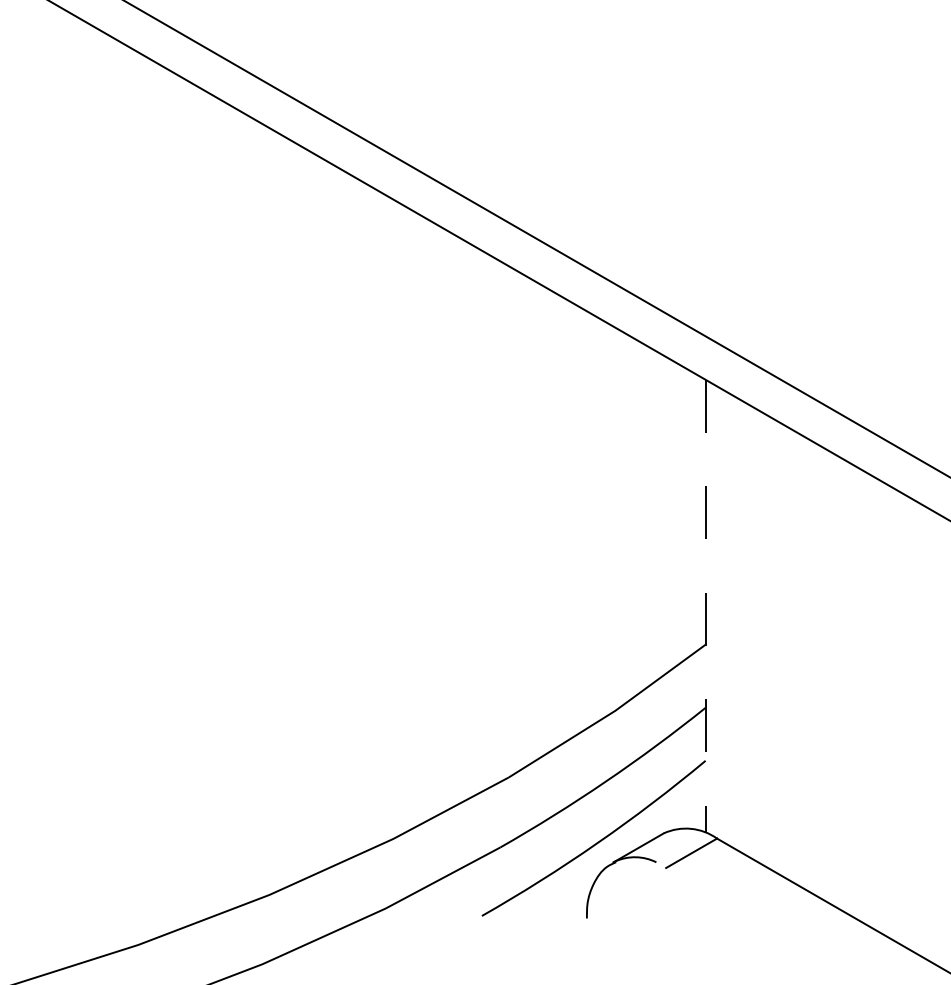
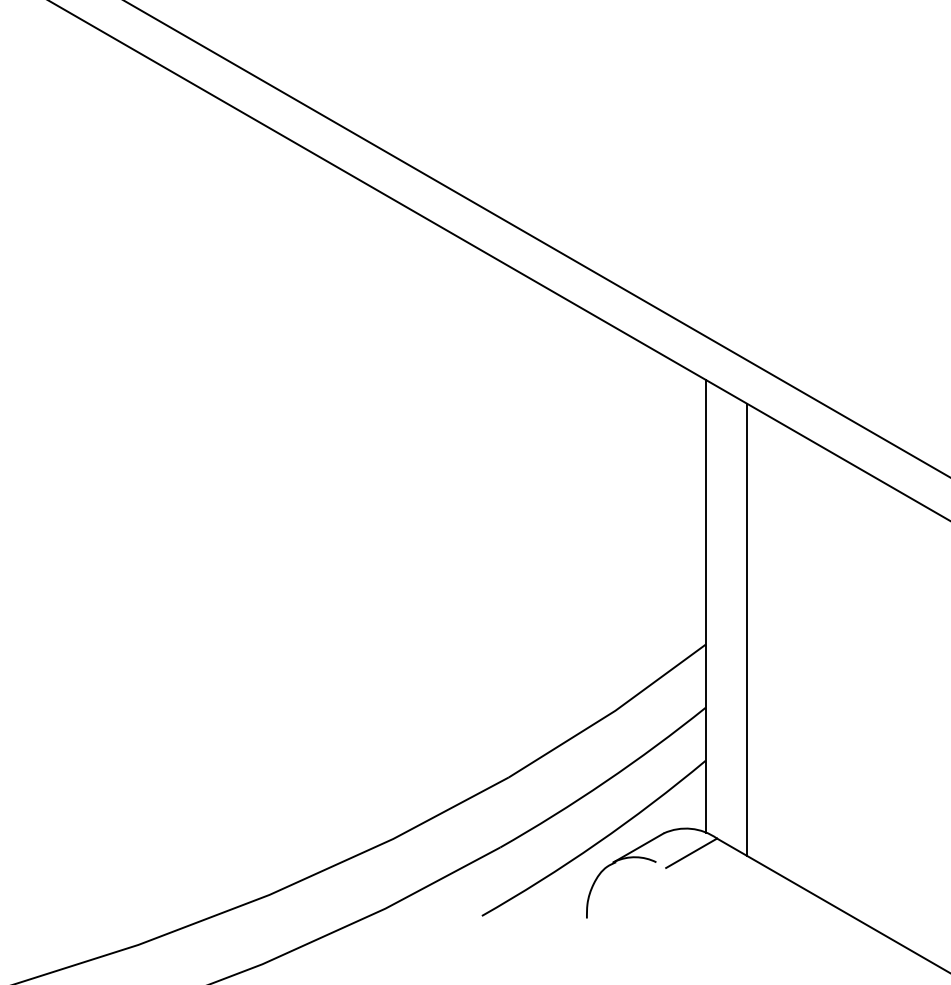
line at (705, 606): dashed -> solid
line at (747, 629): none -> present
